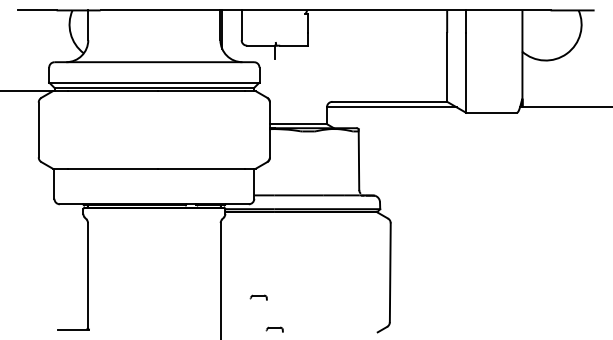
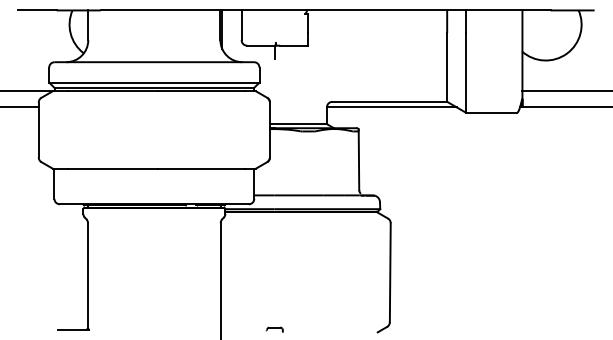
line at (565, 90): none -> present
line at (20, 107): none -> present
part at (258, 297): present -> none
